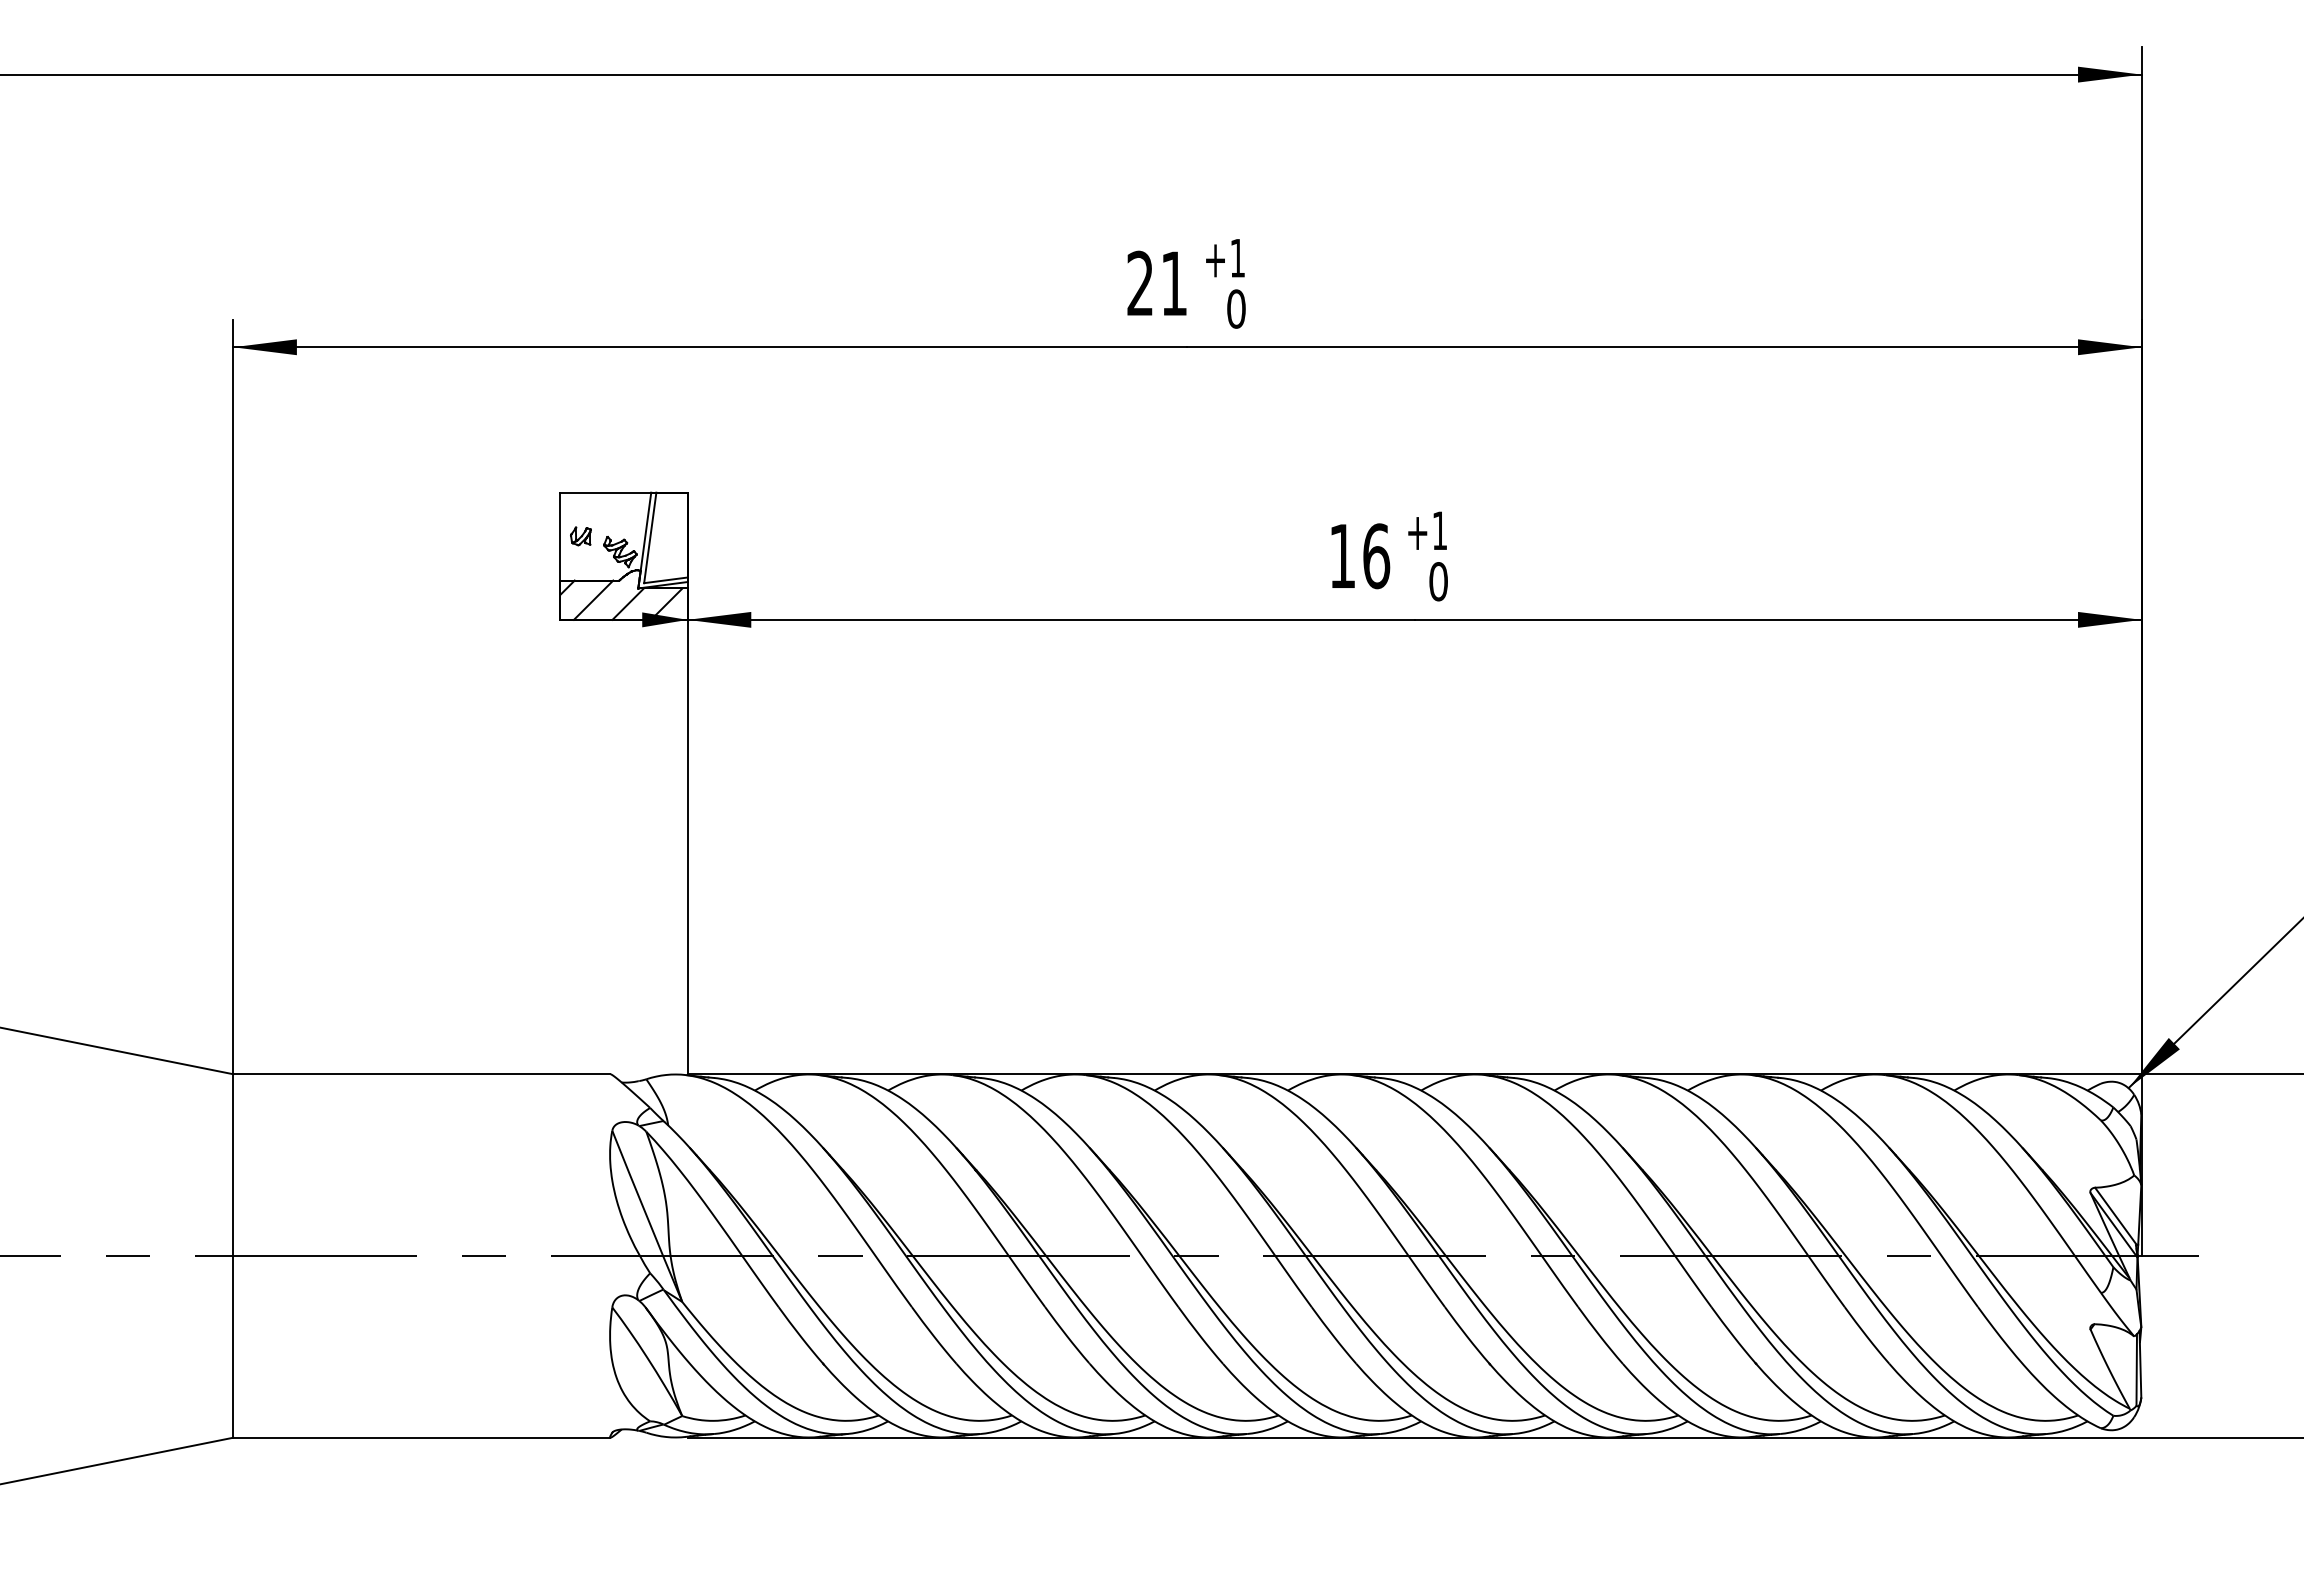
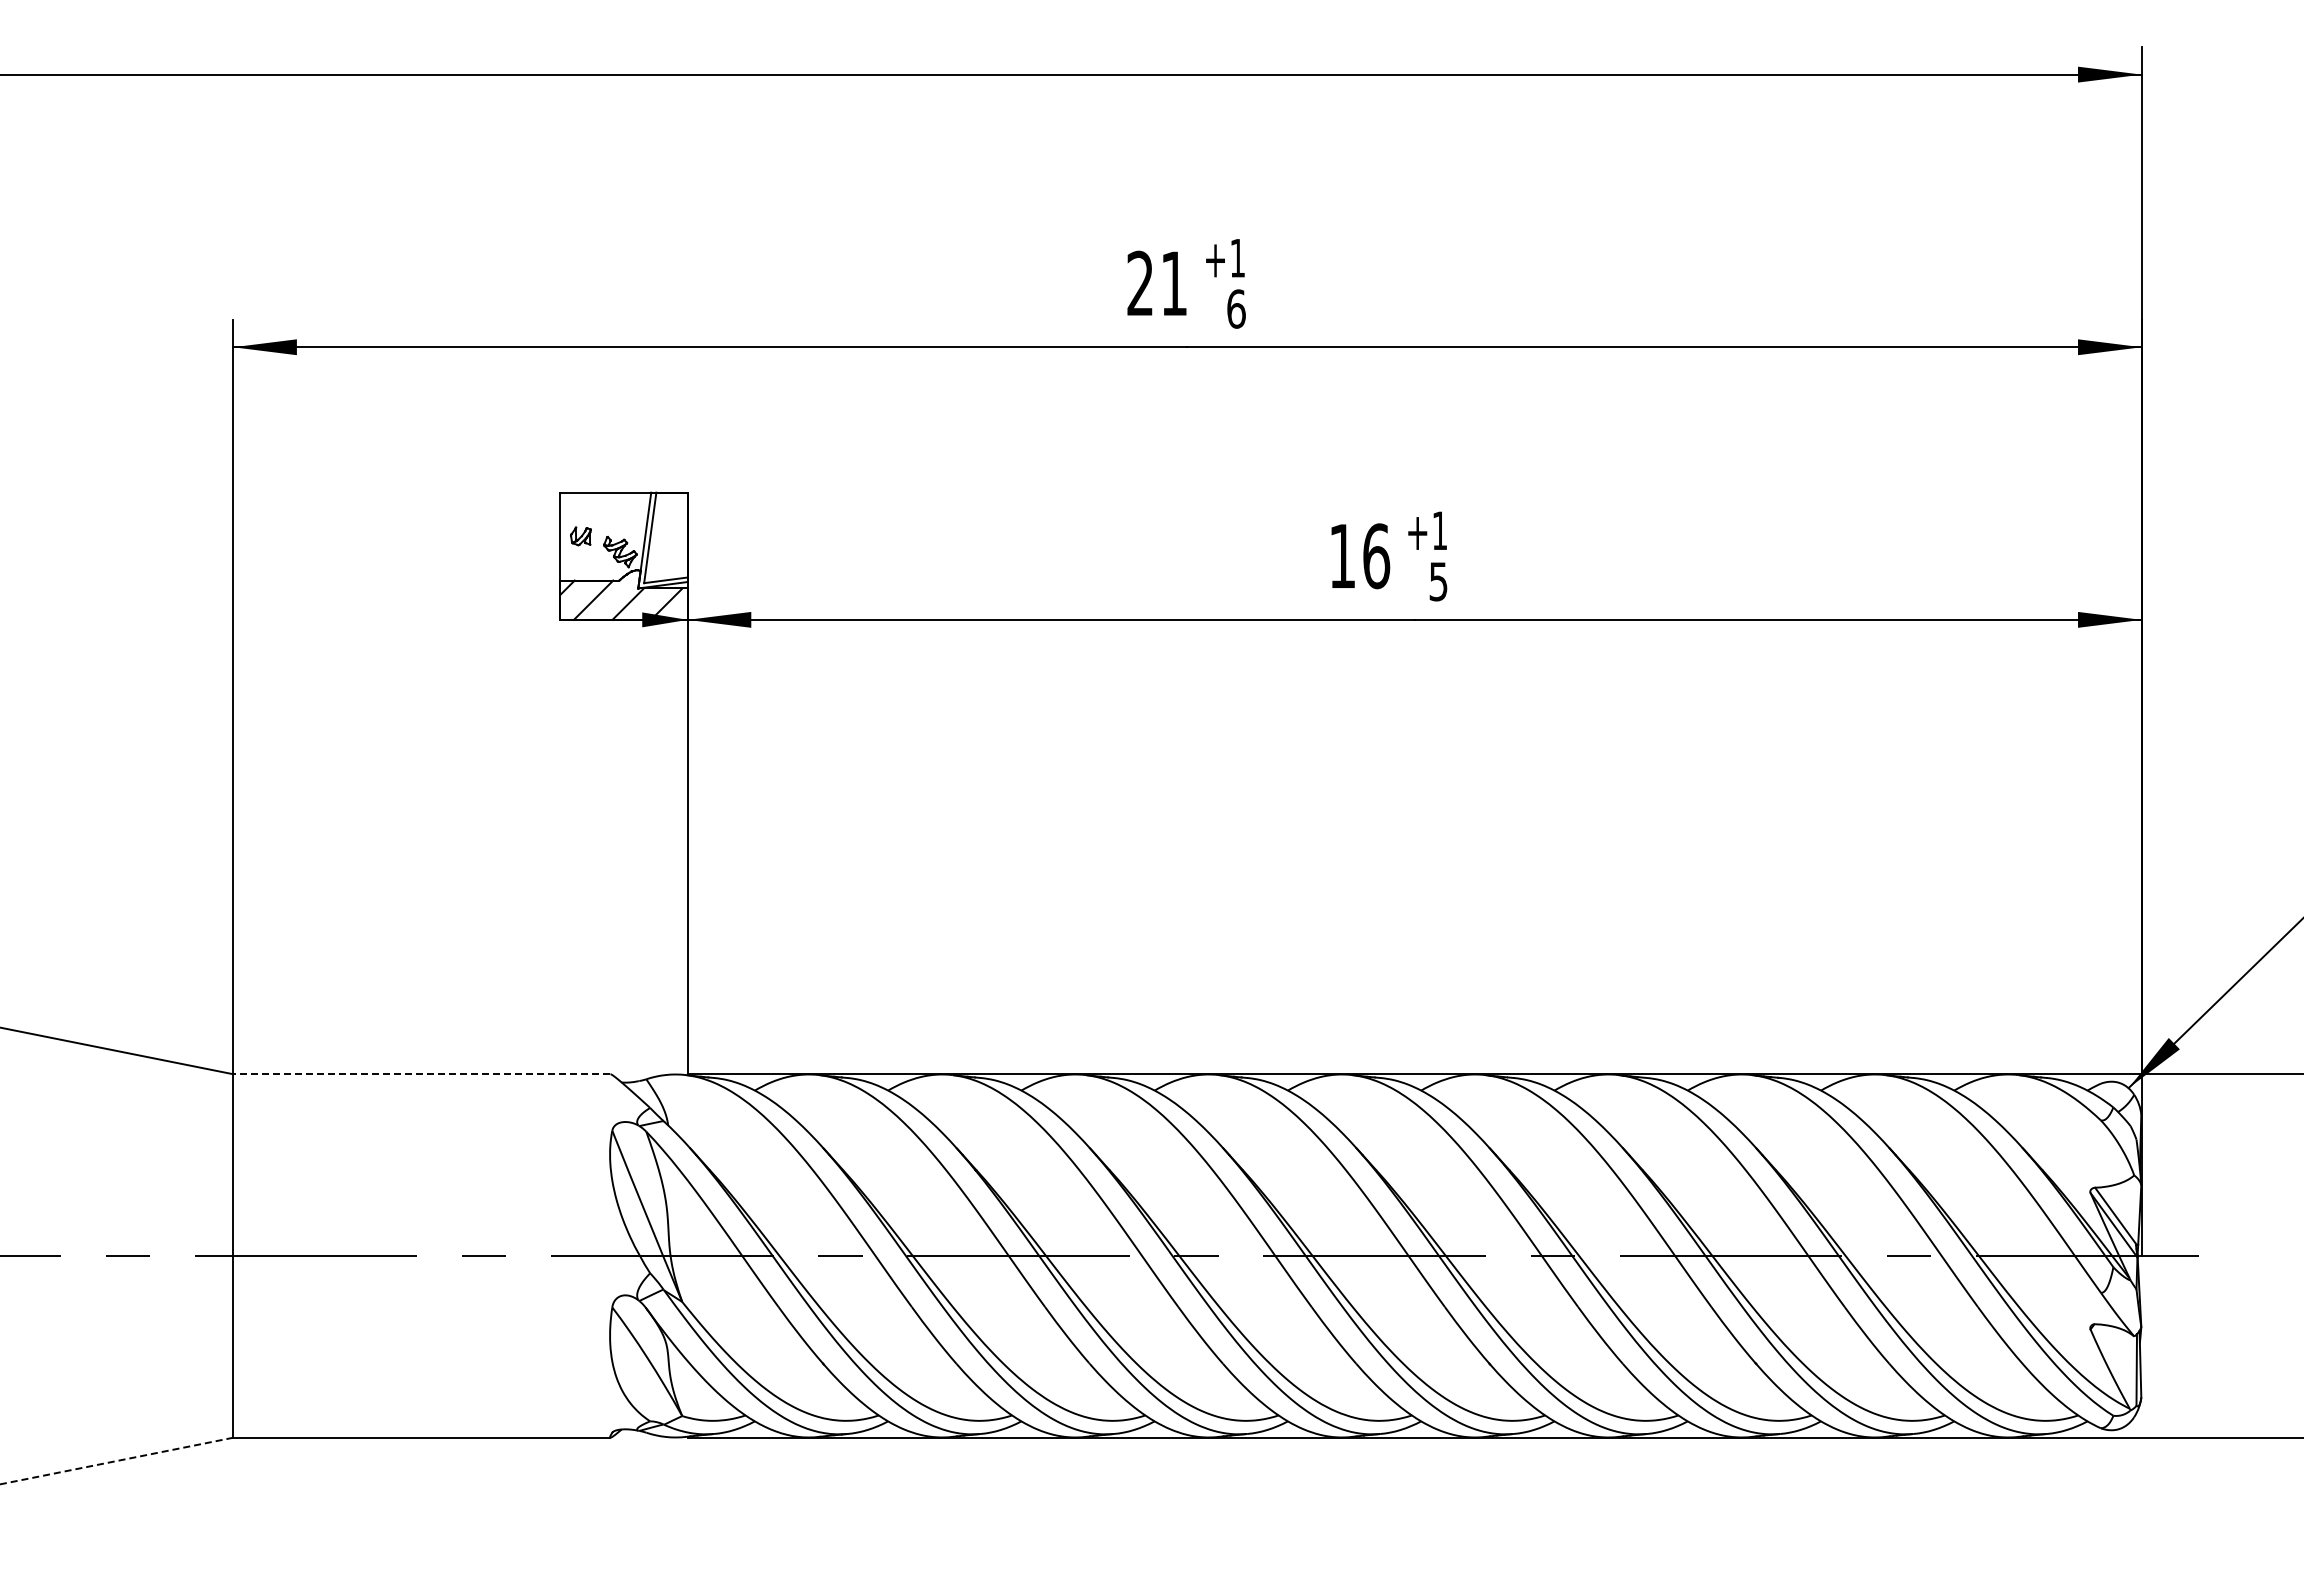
text at (1236, 308): 0 -> 6
text at (1438, 581): 0 -> 5
line at (421, 1074): solid -> dashed
line at (116, 1461): solid -> dashed
